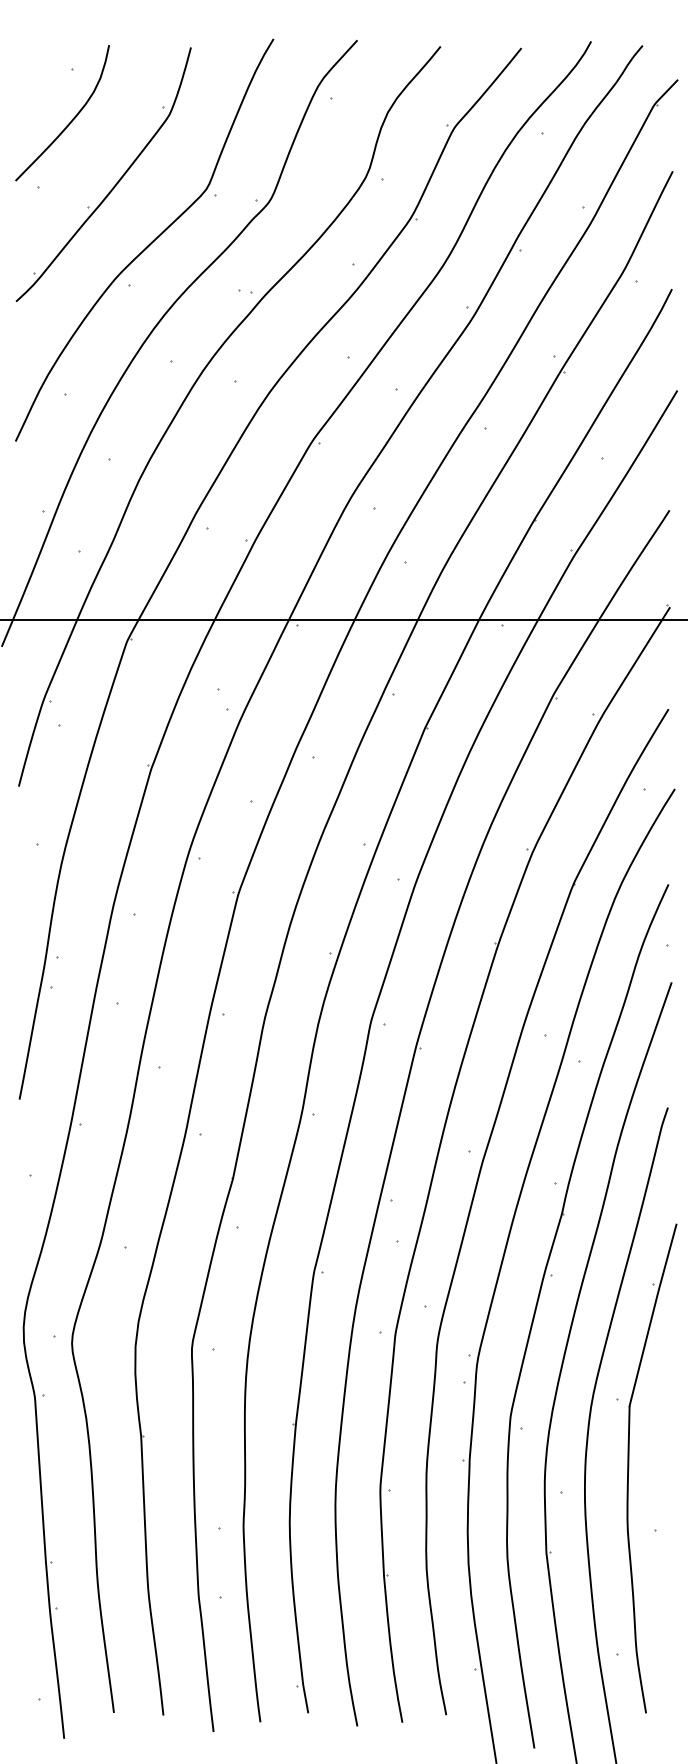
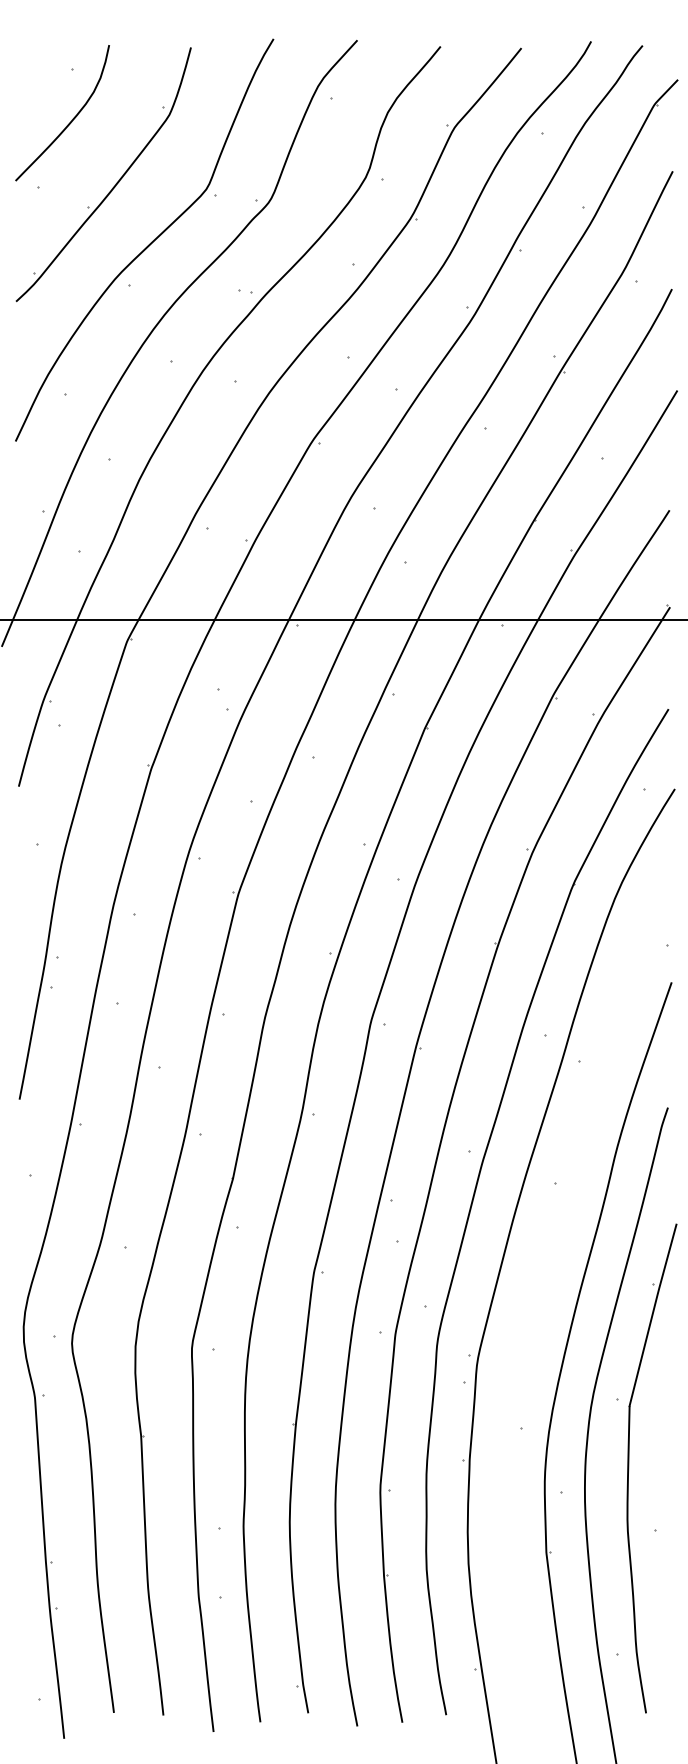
part at (537, 1307): present -> none
